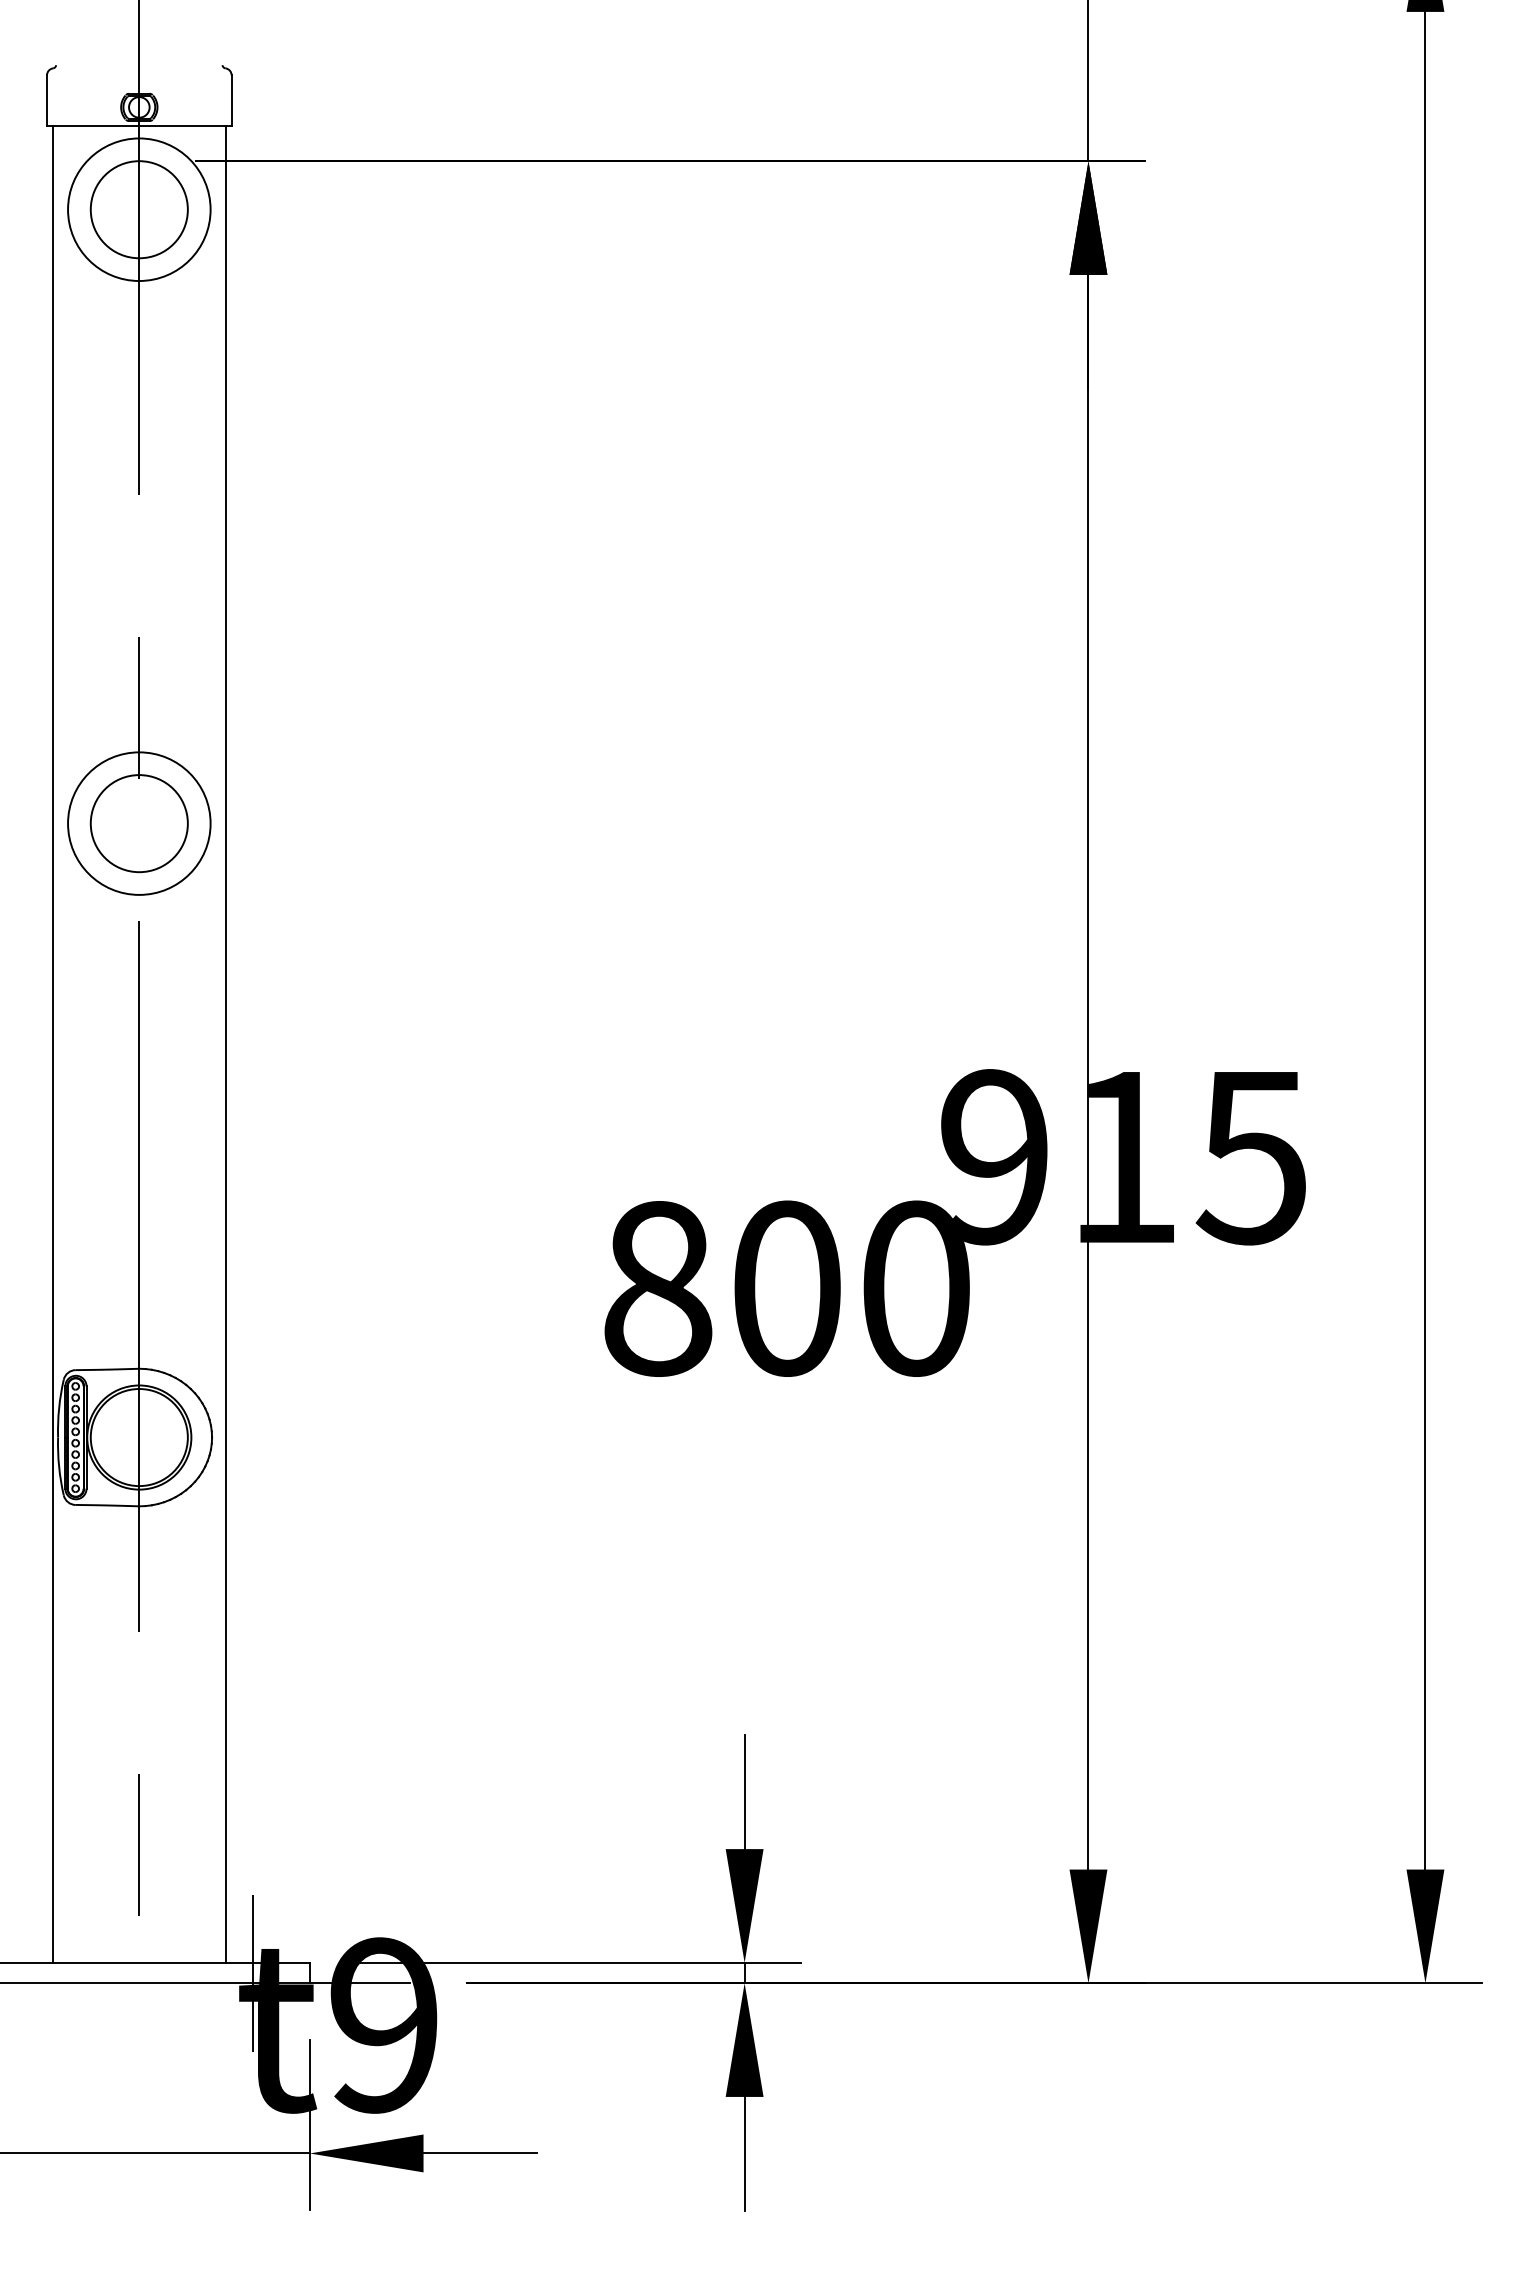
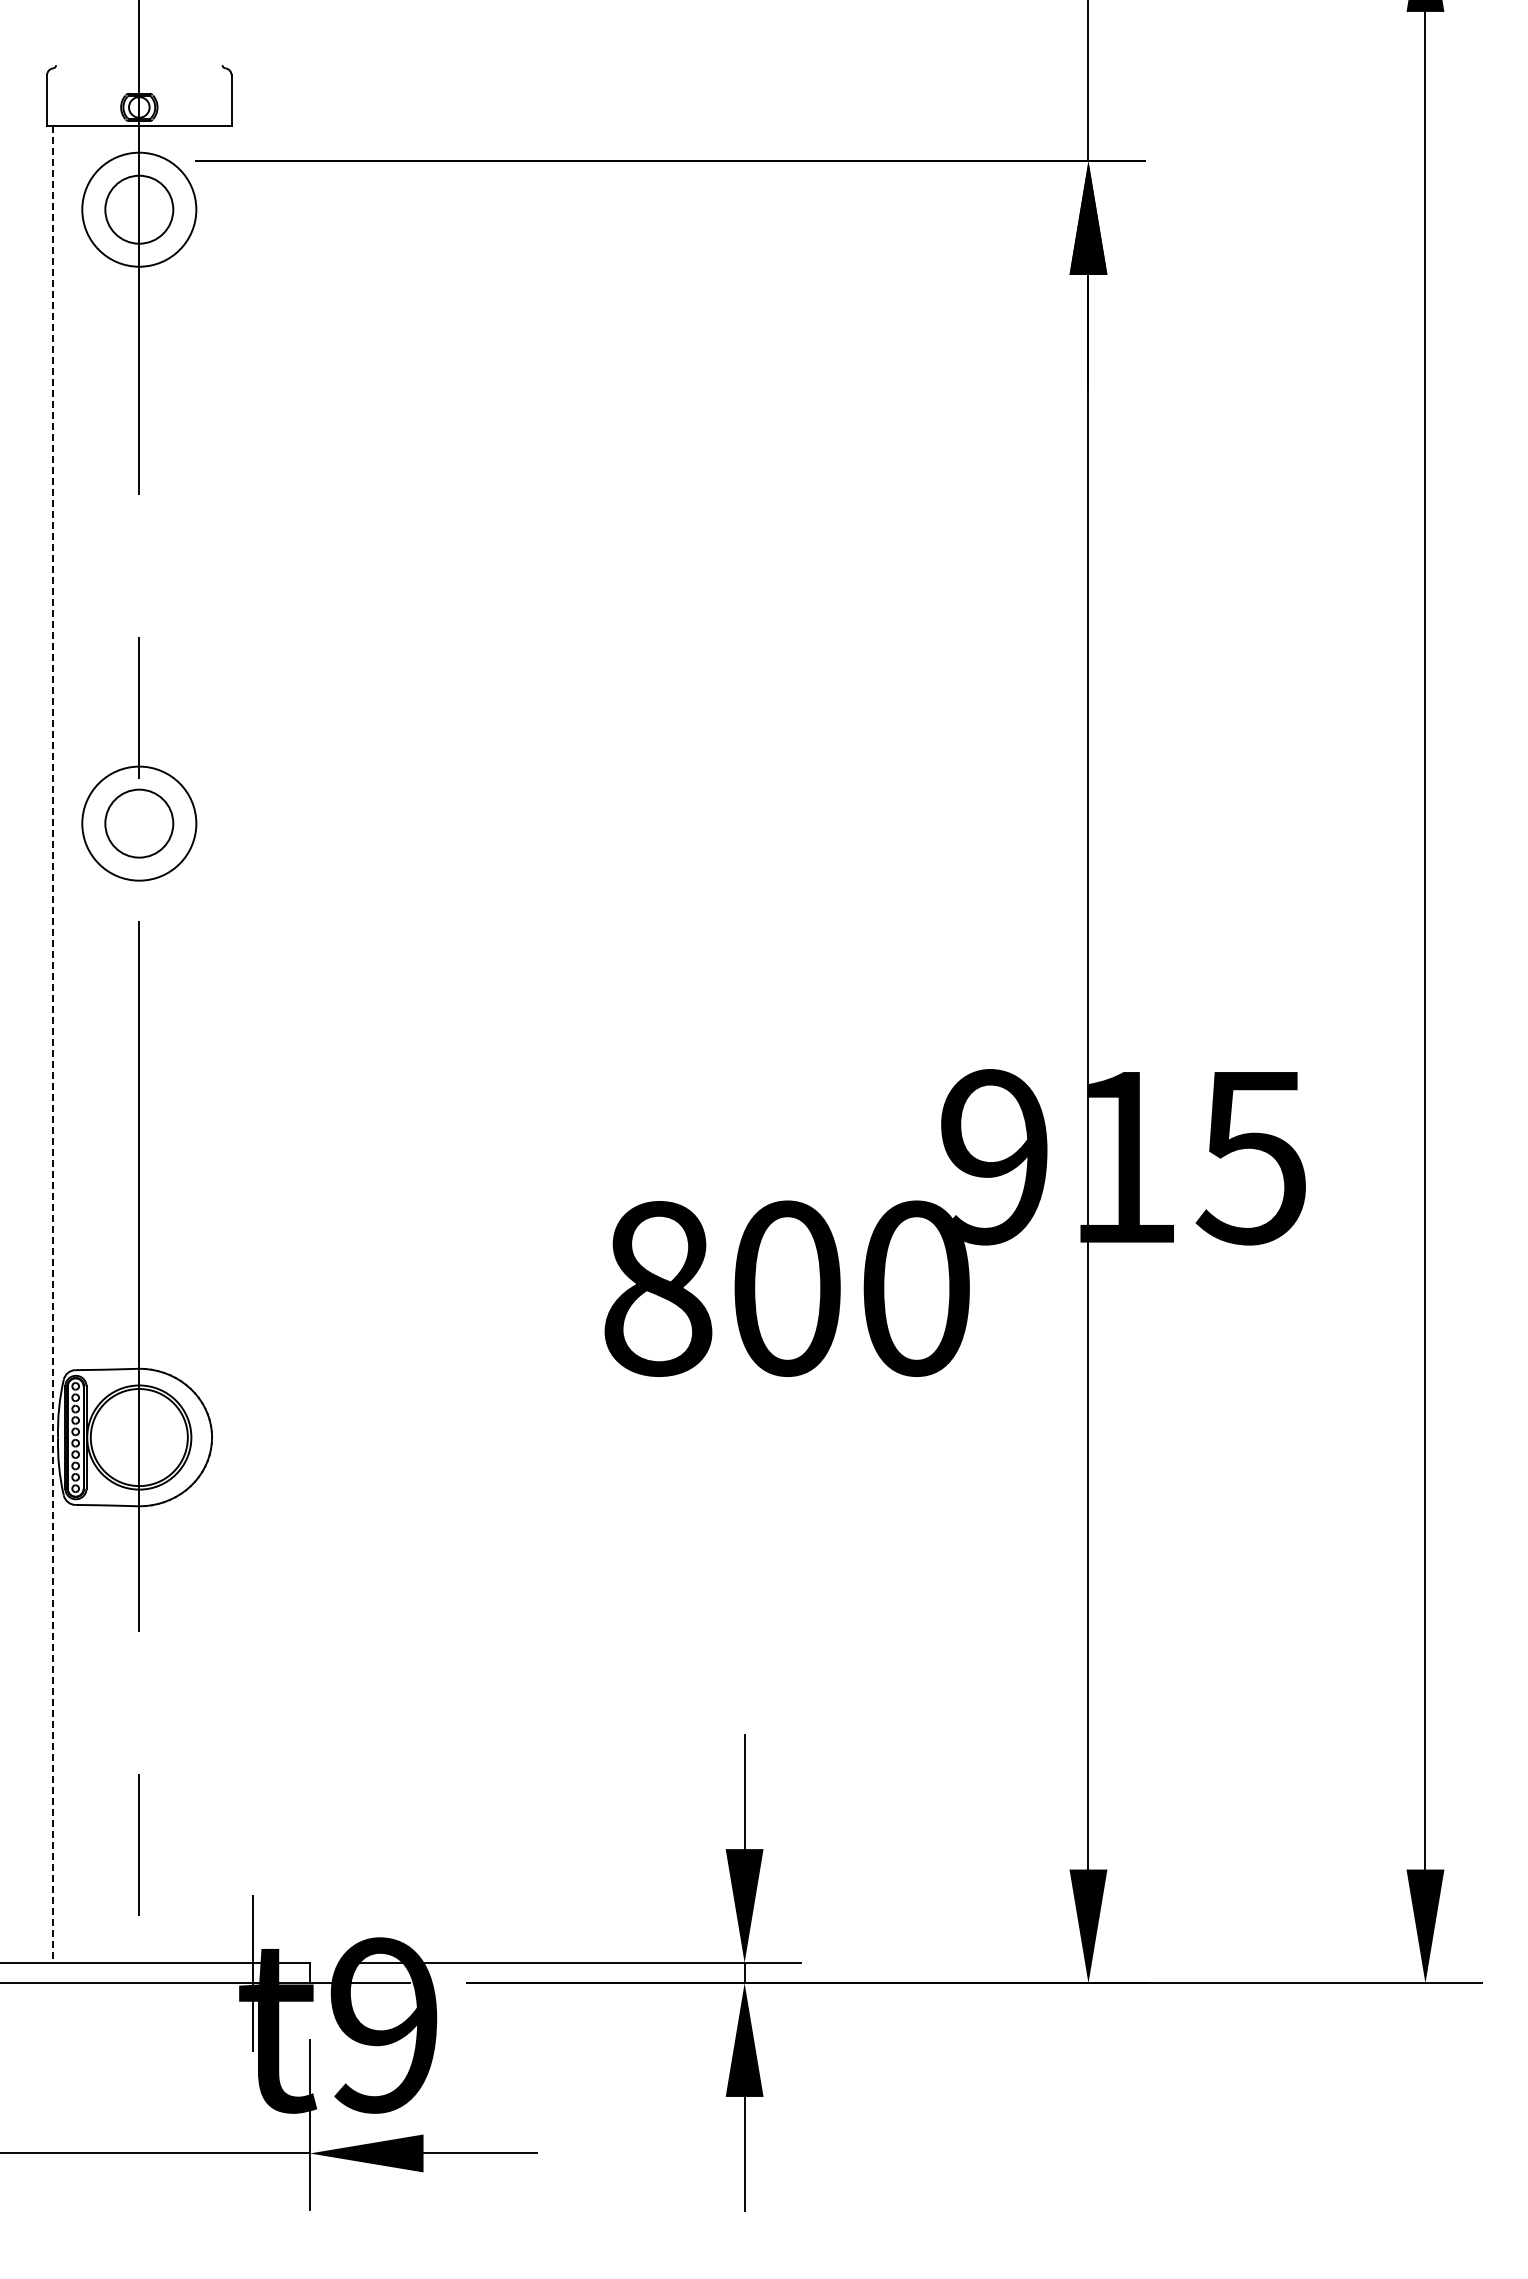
circle at (138, 209) diameter: 97 px -> 68 px
circle at (139, 209) diameter: 143 px -> 114 px
circle at (138, 823) diameter: 97 px -> 68 px
circle at (139, 823) diameter: 143 px -> 114 px
line at (226, 1043): present -> none
line at (52, 1044): solid -> dashed
